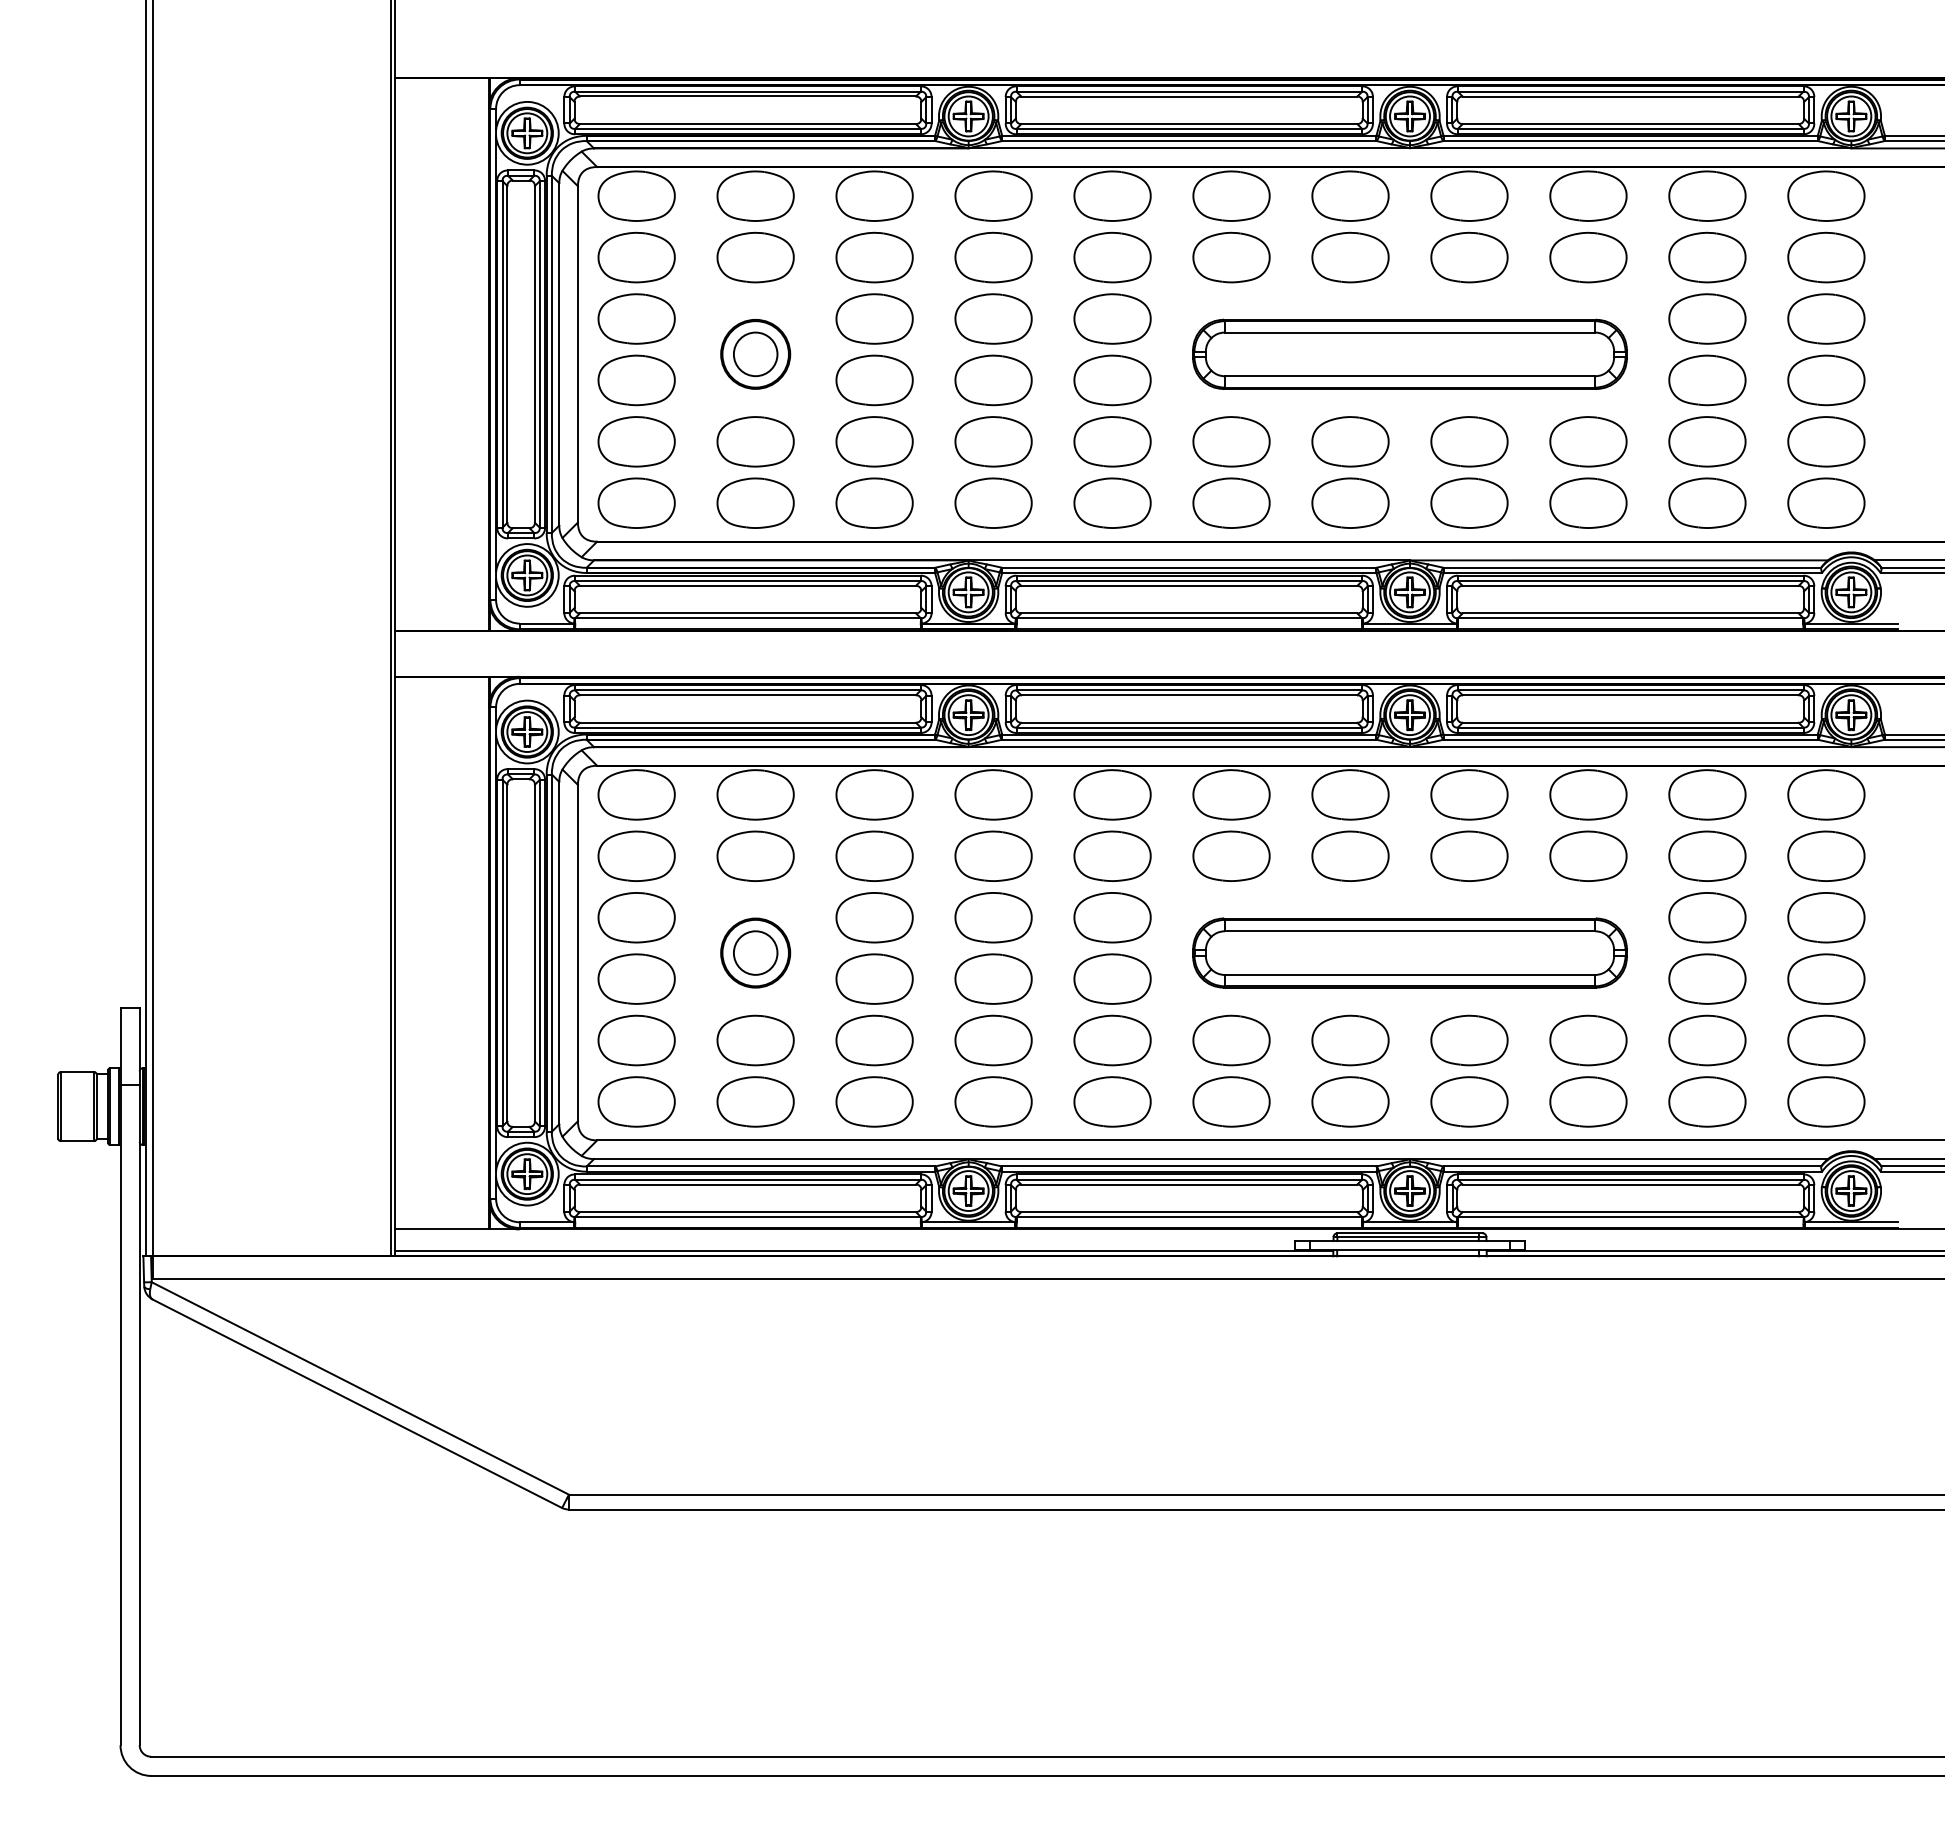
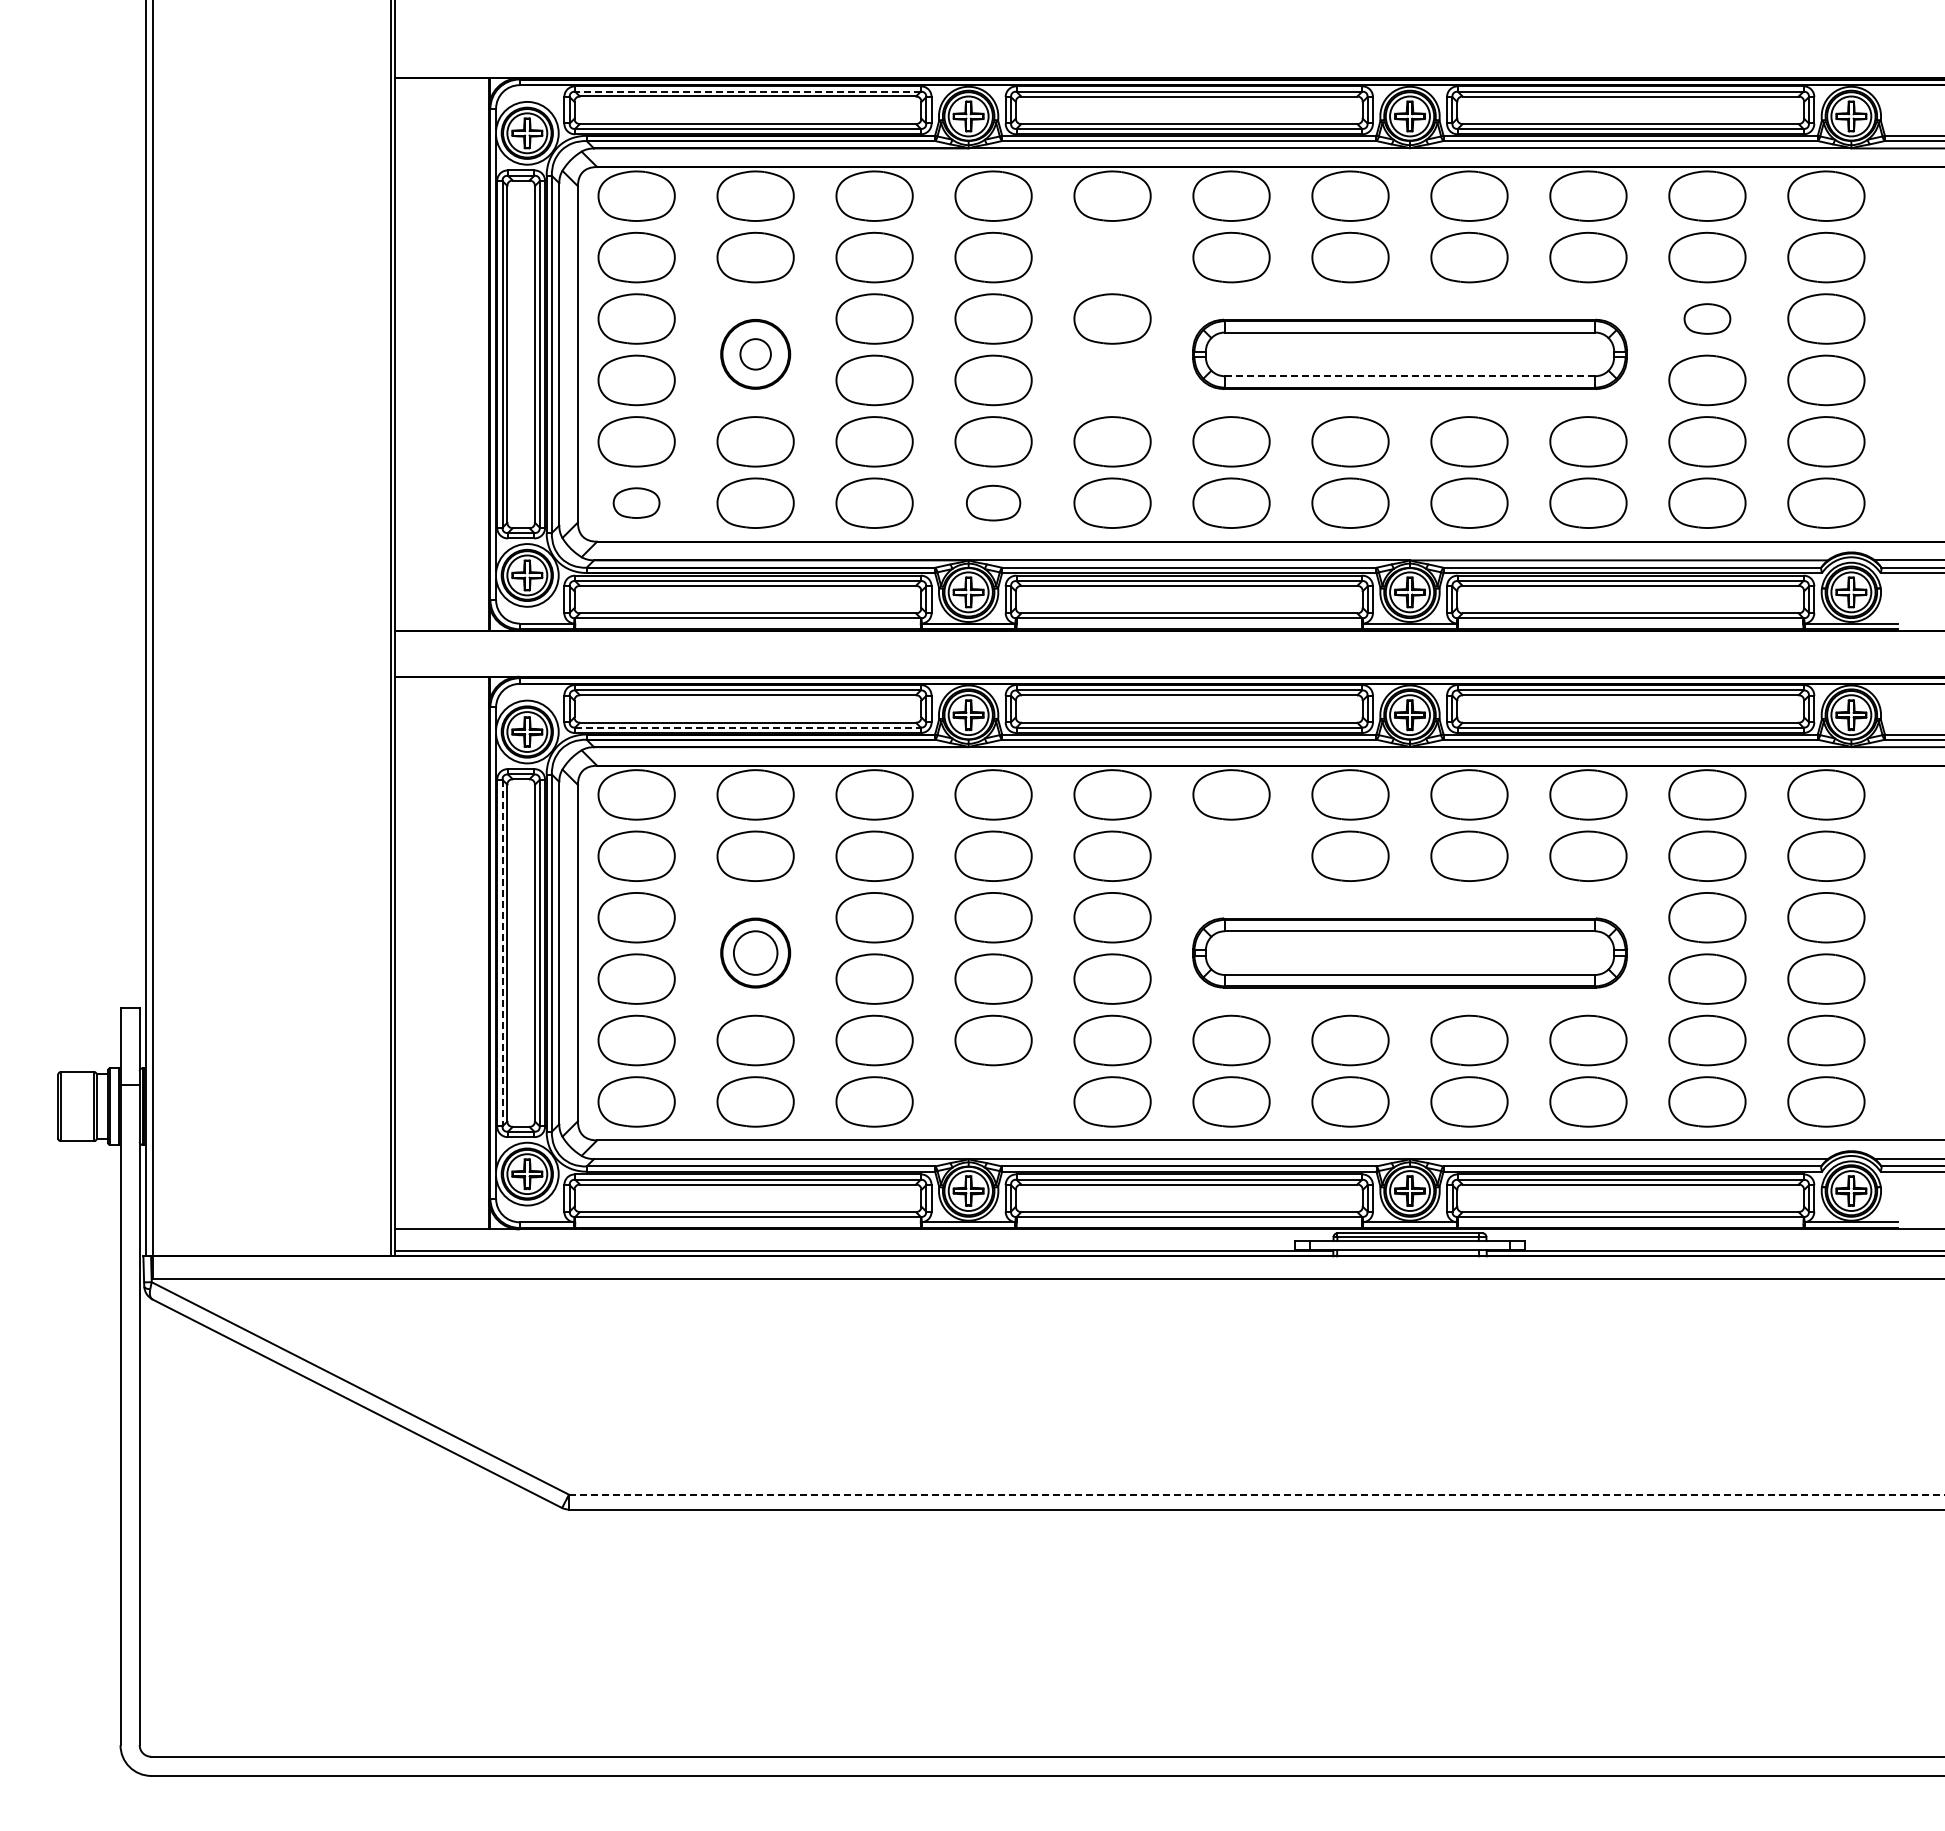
line at (747, 91): solid -> dashed
part at (1112, 257): present -> none
part at (1707, 318) size: 79x52 px -> 49x32 px
circle at (755, 354) diameter: 44 px -> 31 px
line at (1410, 376): solid -> dashed
part at (1112, 380): present -> none
part at (636, 502) size: 79x52 px -> 49x32 px
part at (993, 502) size: 79x52 px -> 57x38 px
line at (747, 727): solid -> dashed
part at (1231, 855): present -> none
line at (502, 953): solid -> dashed
part at (993, 1101): present -> none
line at (1257, 1494): solid -> dashed
